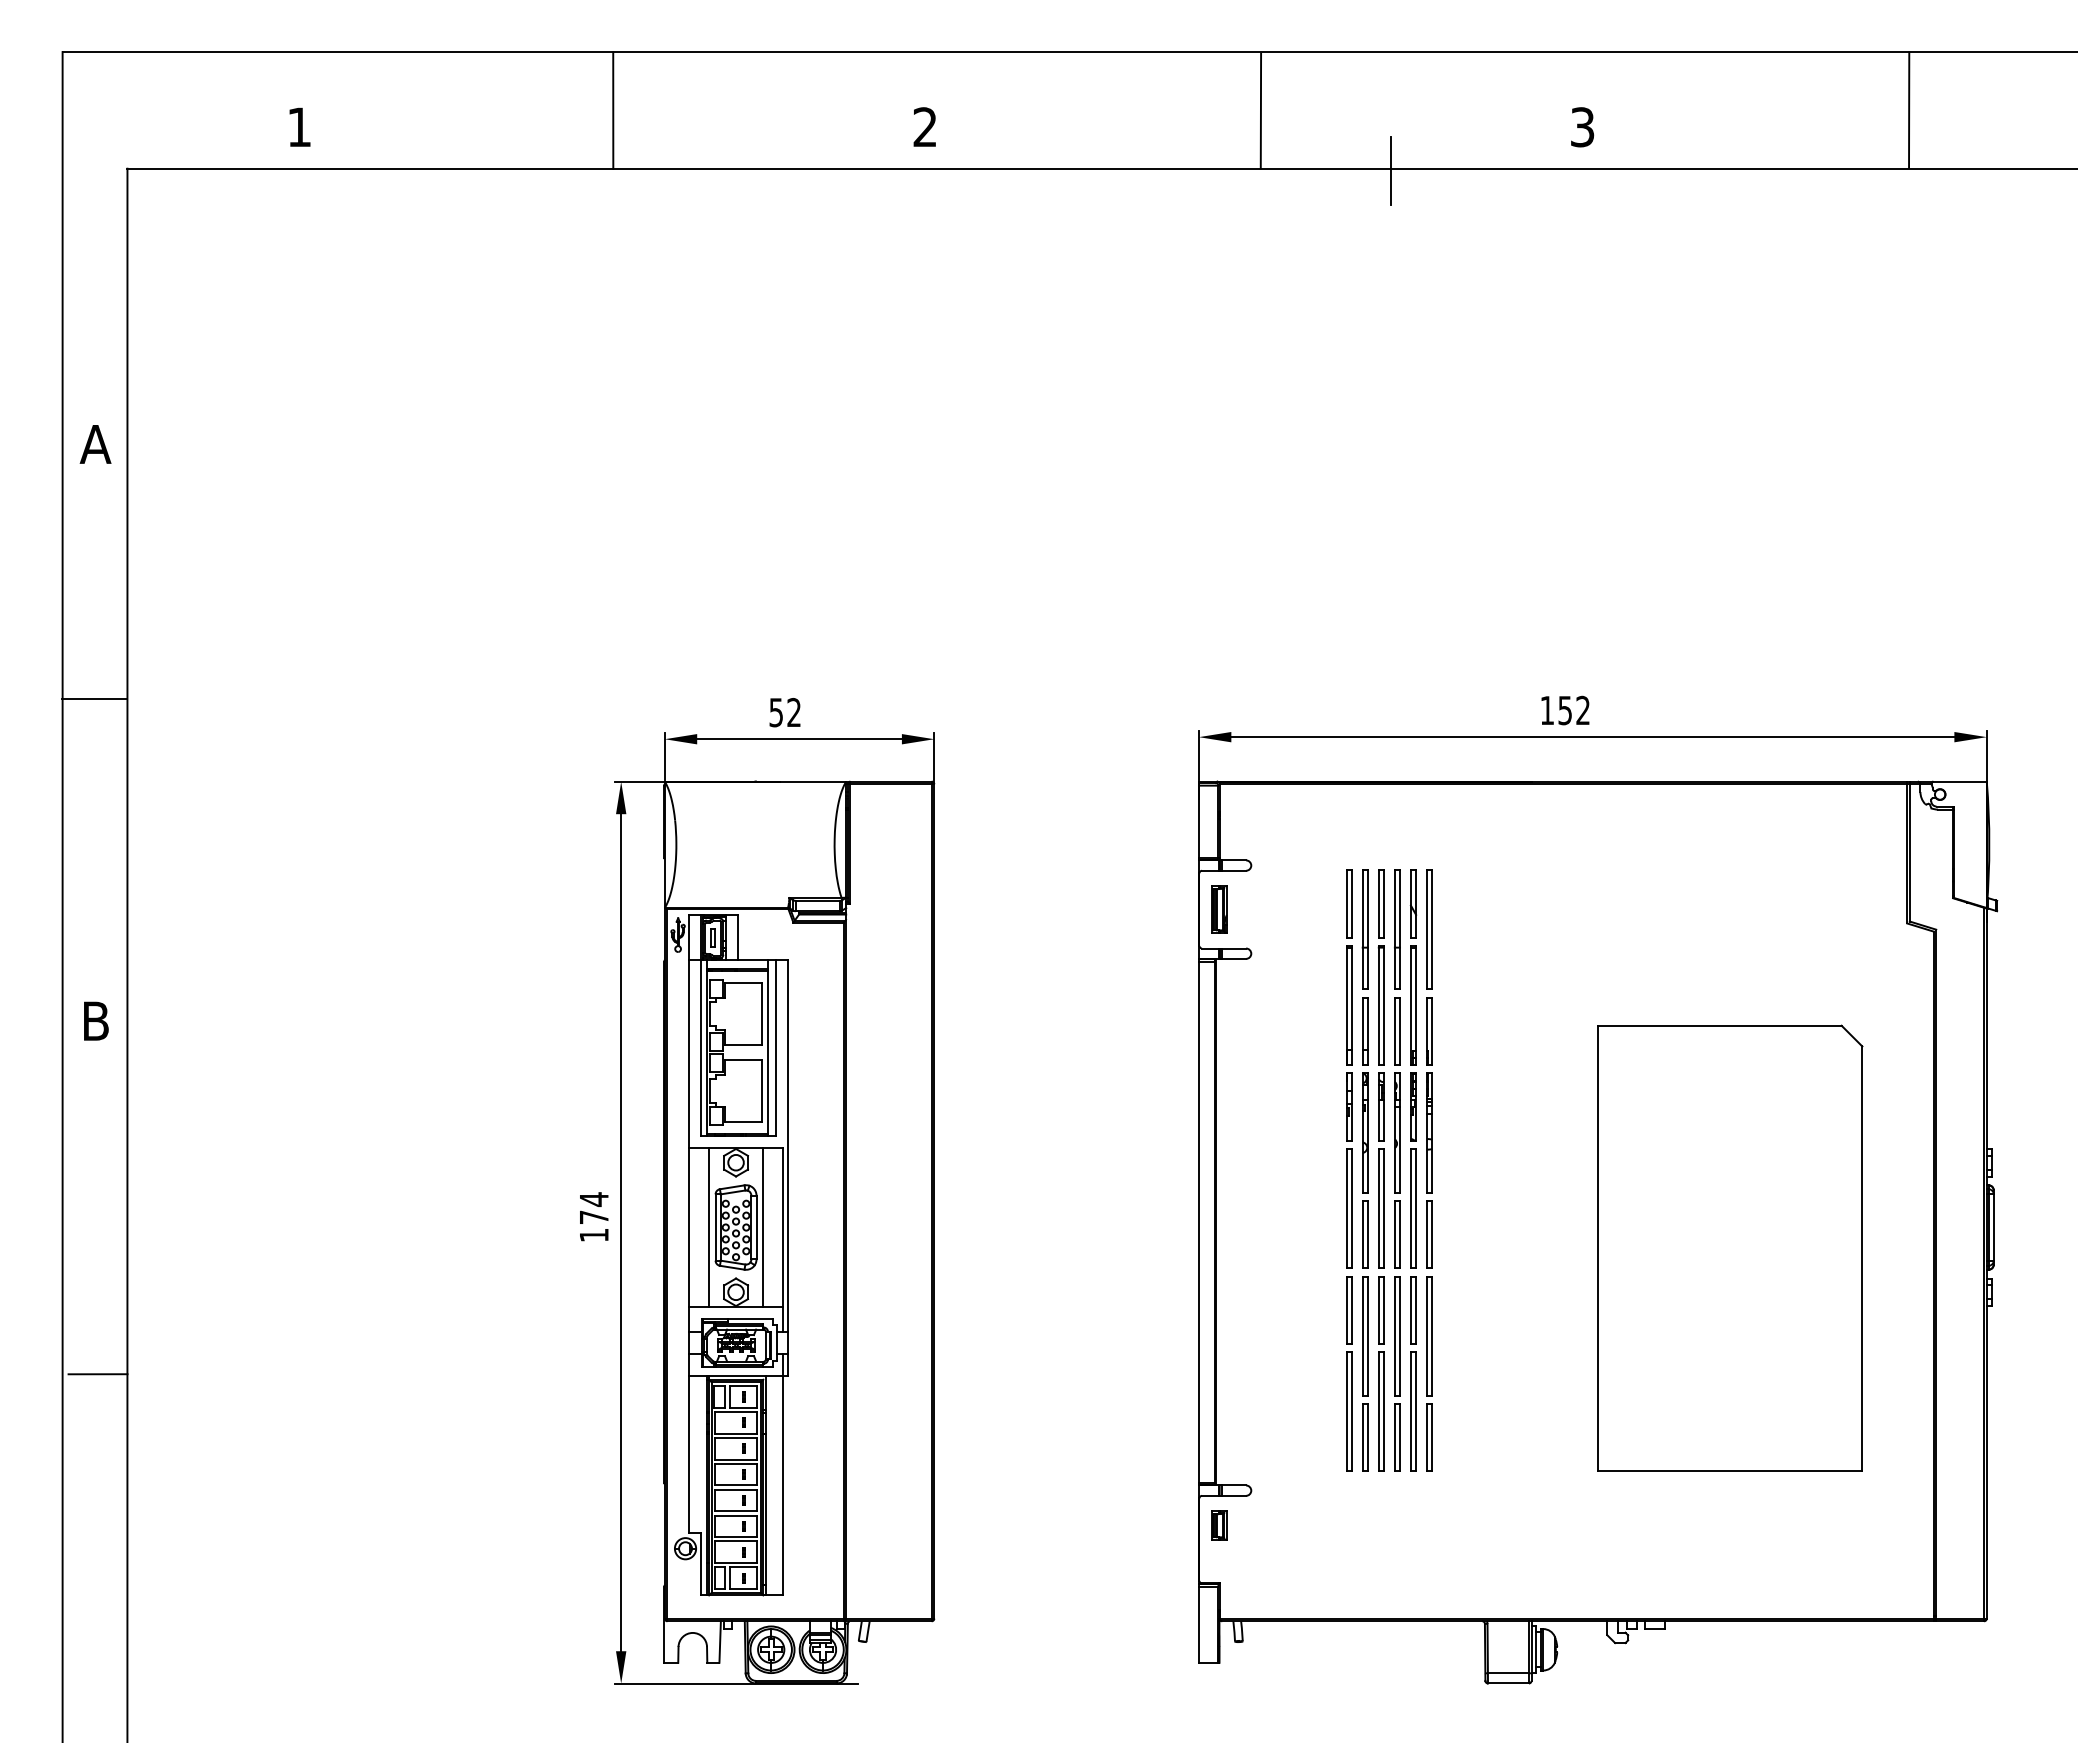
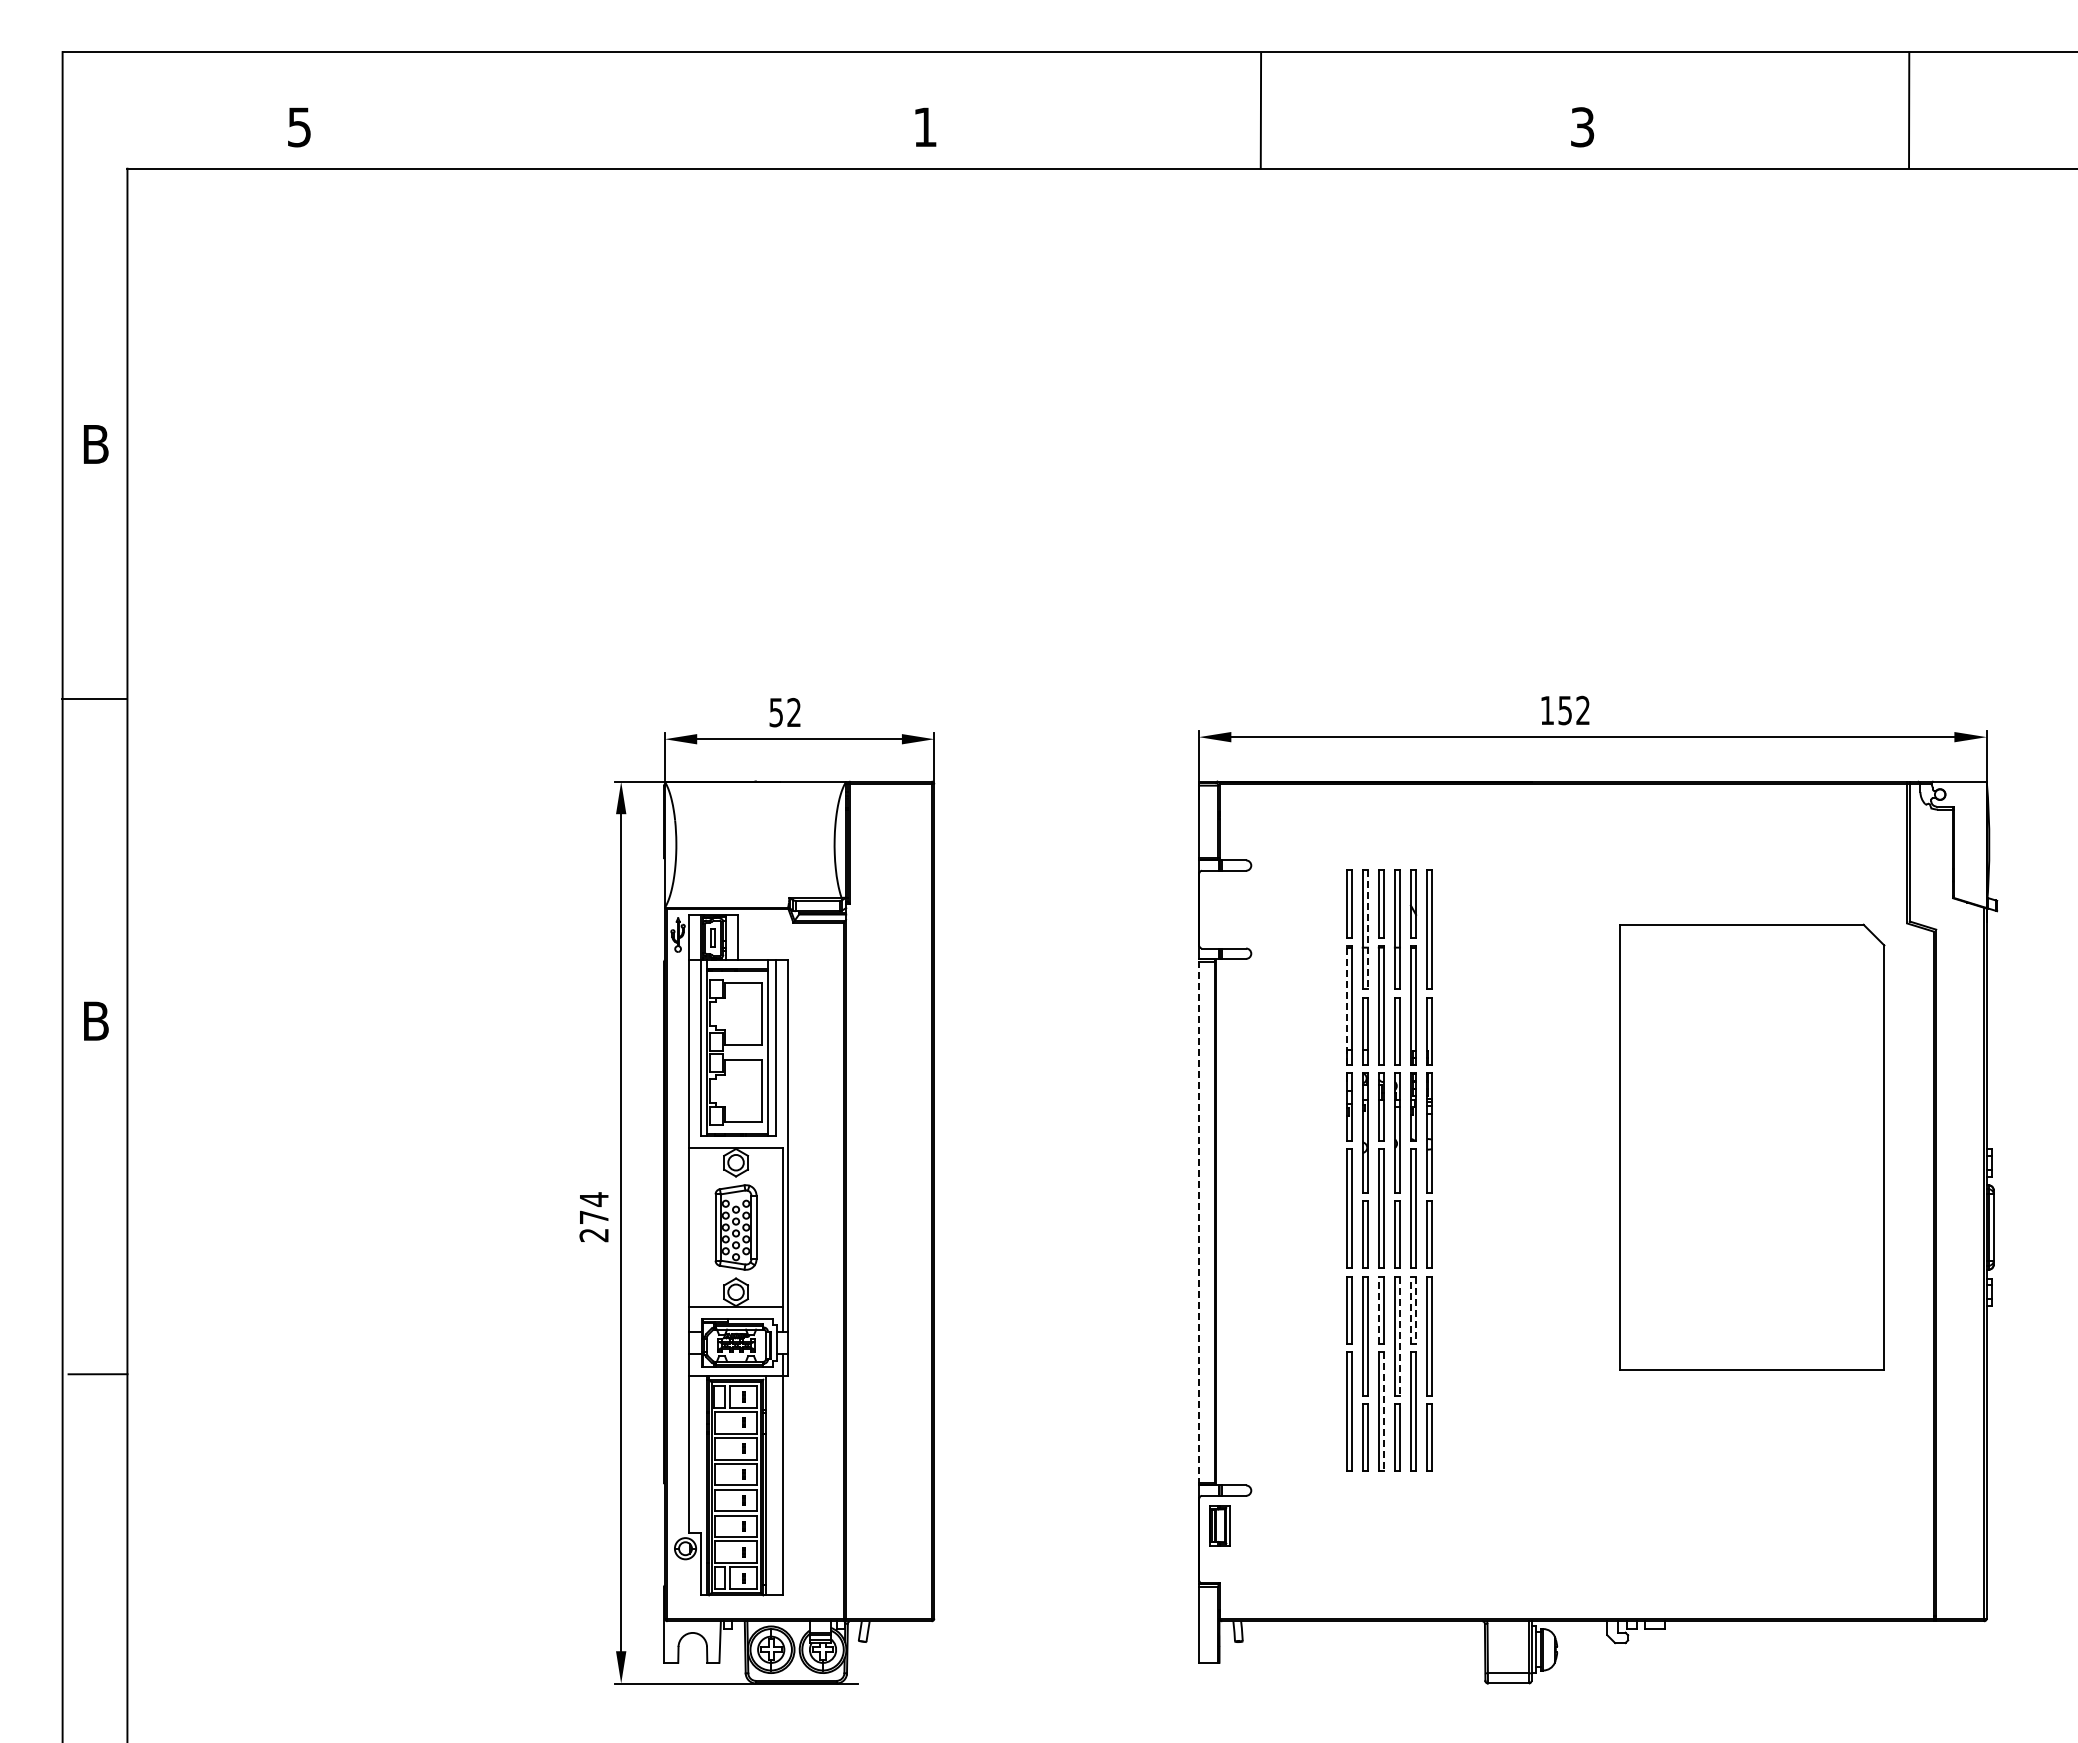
line at (613, 110): present -> none
text at (924, 126): 2 -> 1
text at (299, 127): 1 -> 5
line at (1390, 170): present -> none
text at (95, 444): A -> B
part at (1219, 909): present -> none
line at (1367, 929): solid -> dashed
line at (1346, 1005): solid -> dashed
line at (1198, 1221): solid -> dashed
line at (708, 1227): present -> none
line at (763, 1227): present -> none
text at (593, 1235): 174 -> 274
part at (1730, 1247) position: (1730, 1247) -> (1752, 1146)
line at (1378, 1310): solid -> dashed
line at (1410, 1310): solid -> dashed
line at (1416, 1310): solid -> dashed
line at (1400, 1336): solid -> dashed
line at (1383, 1411): solid -> dashed
part at (1219, 1525) size: 17x31 px -> 22x42 px
